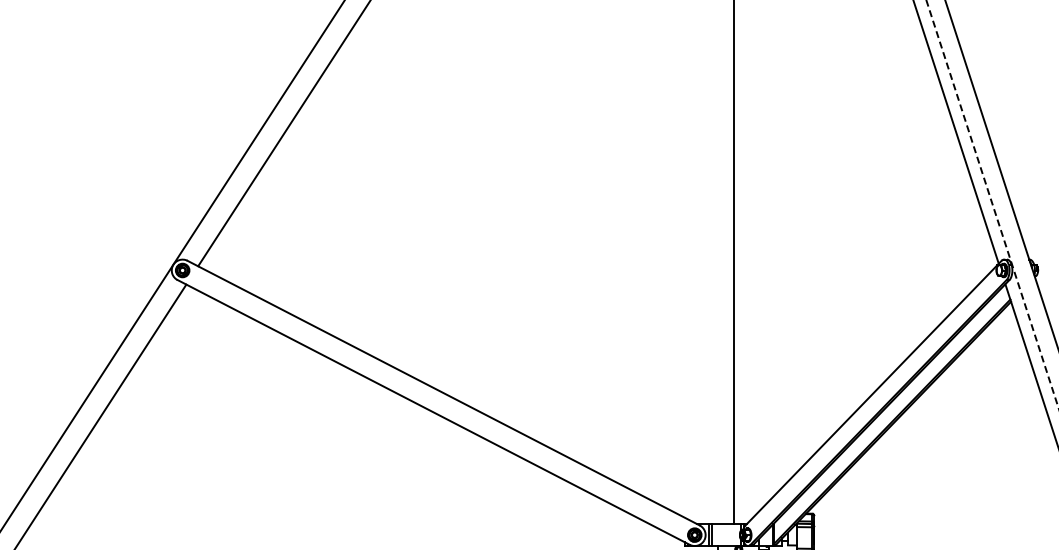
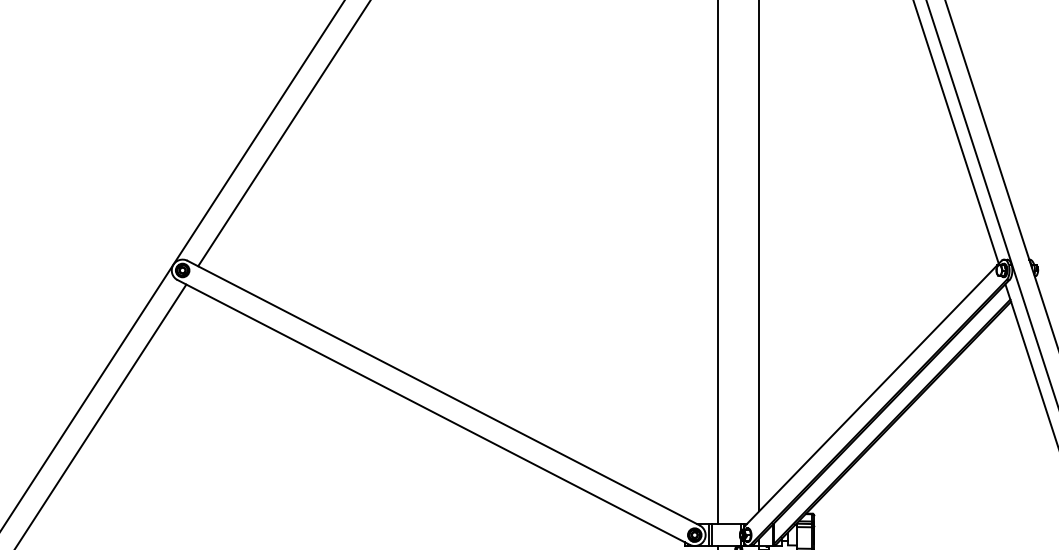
line at (992, 204): dashed -> solid
line at (759, 256): none -> present
line at (734, 263) position: (734, 263) -> (718, 263)
